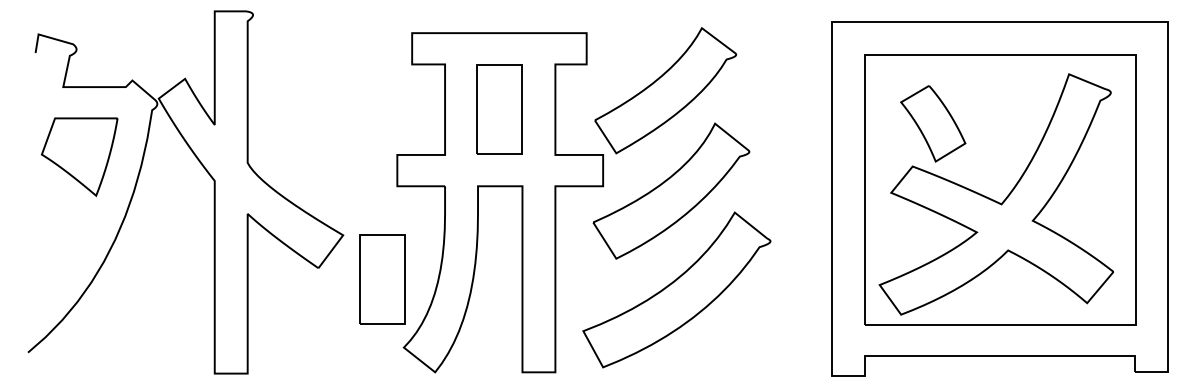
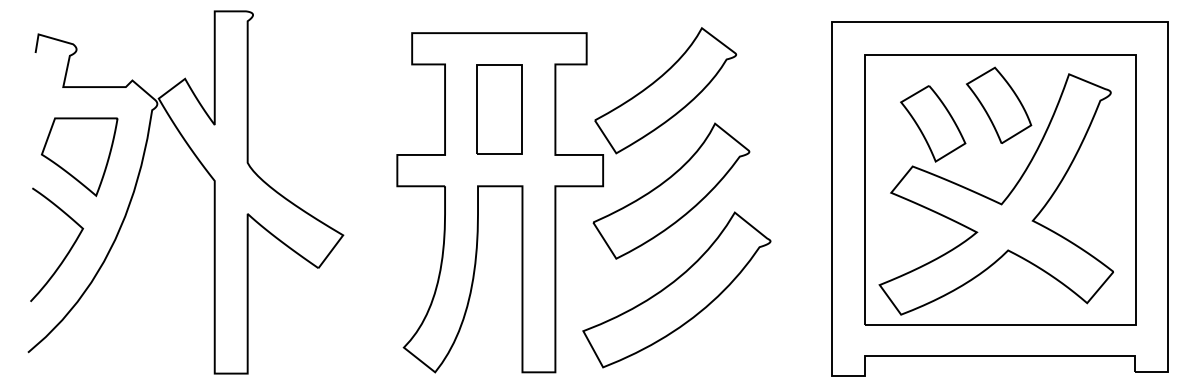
part at (999, 104): none -> present
curve at (67, 252): none -> present
part at (382, 279): present -> none
